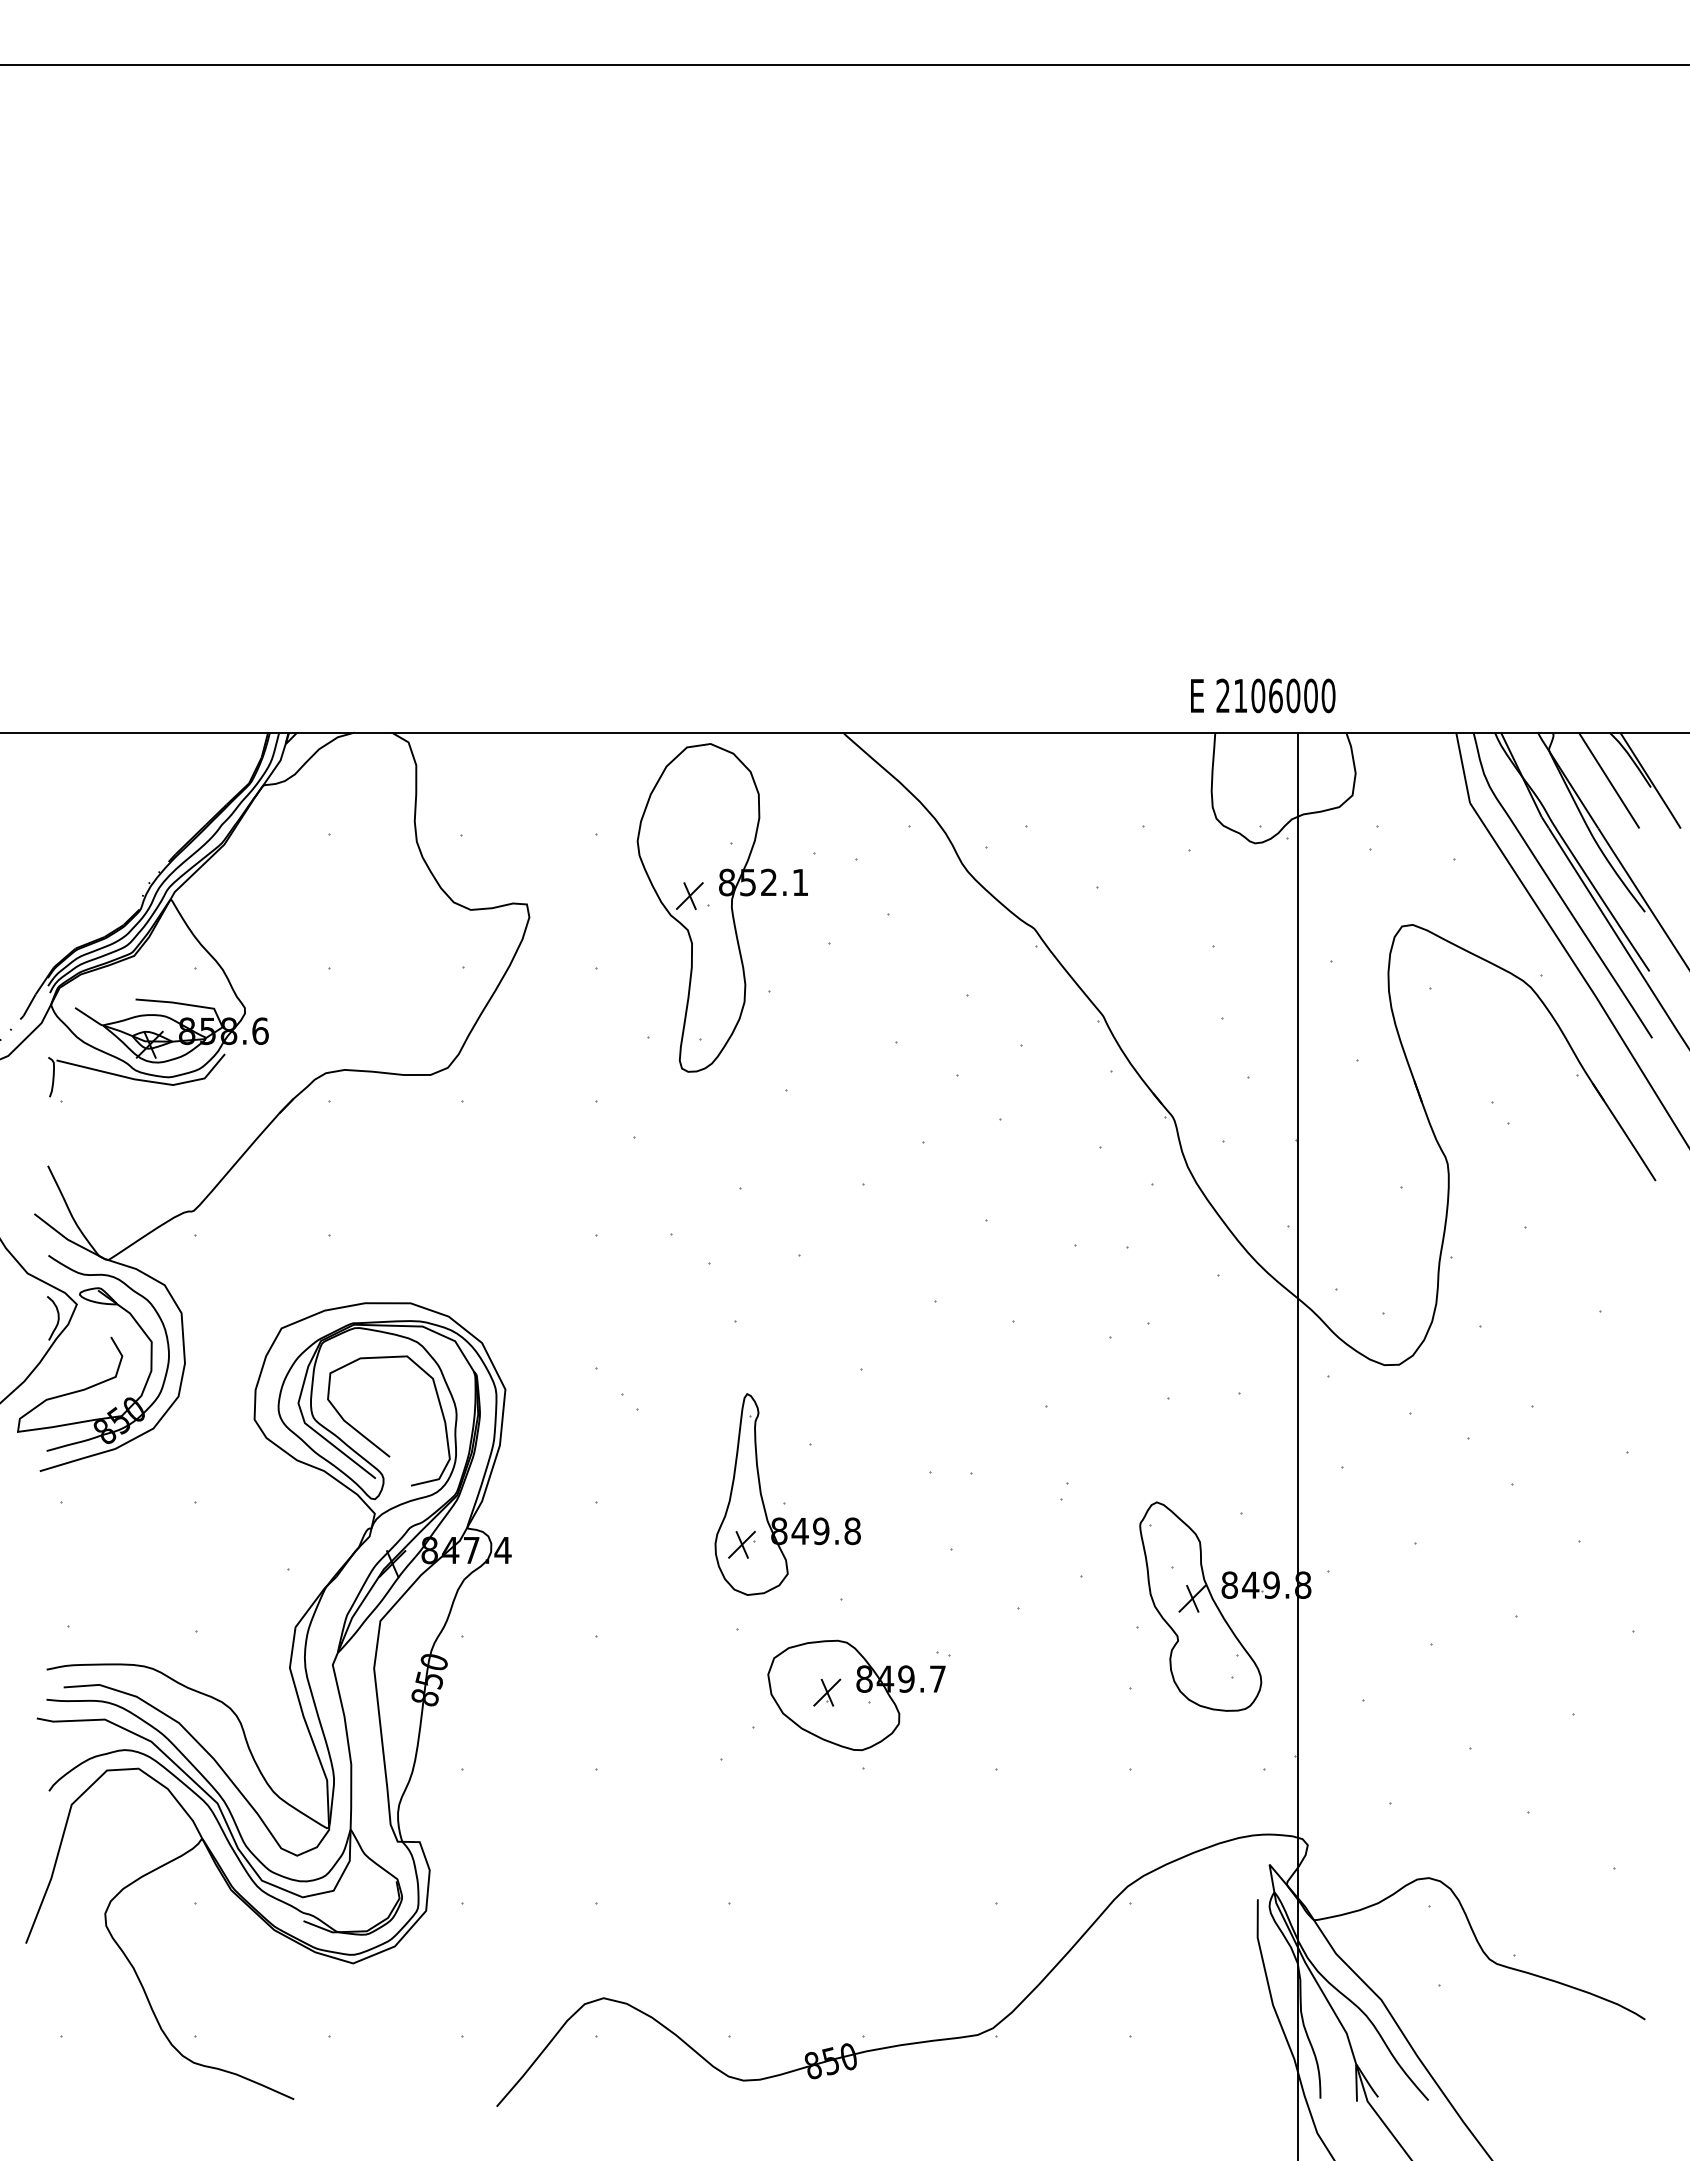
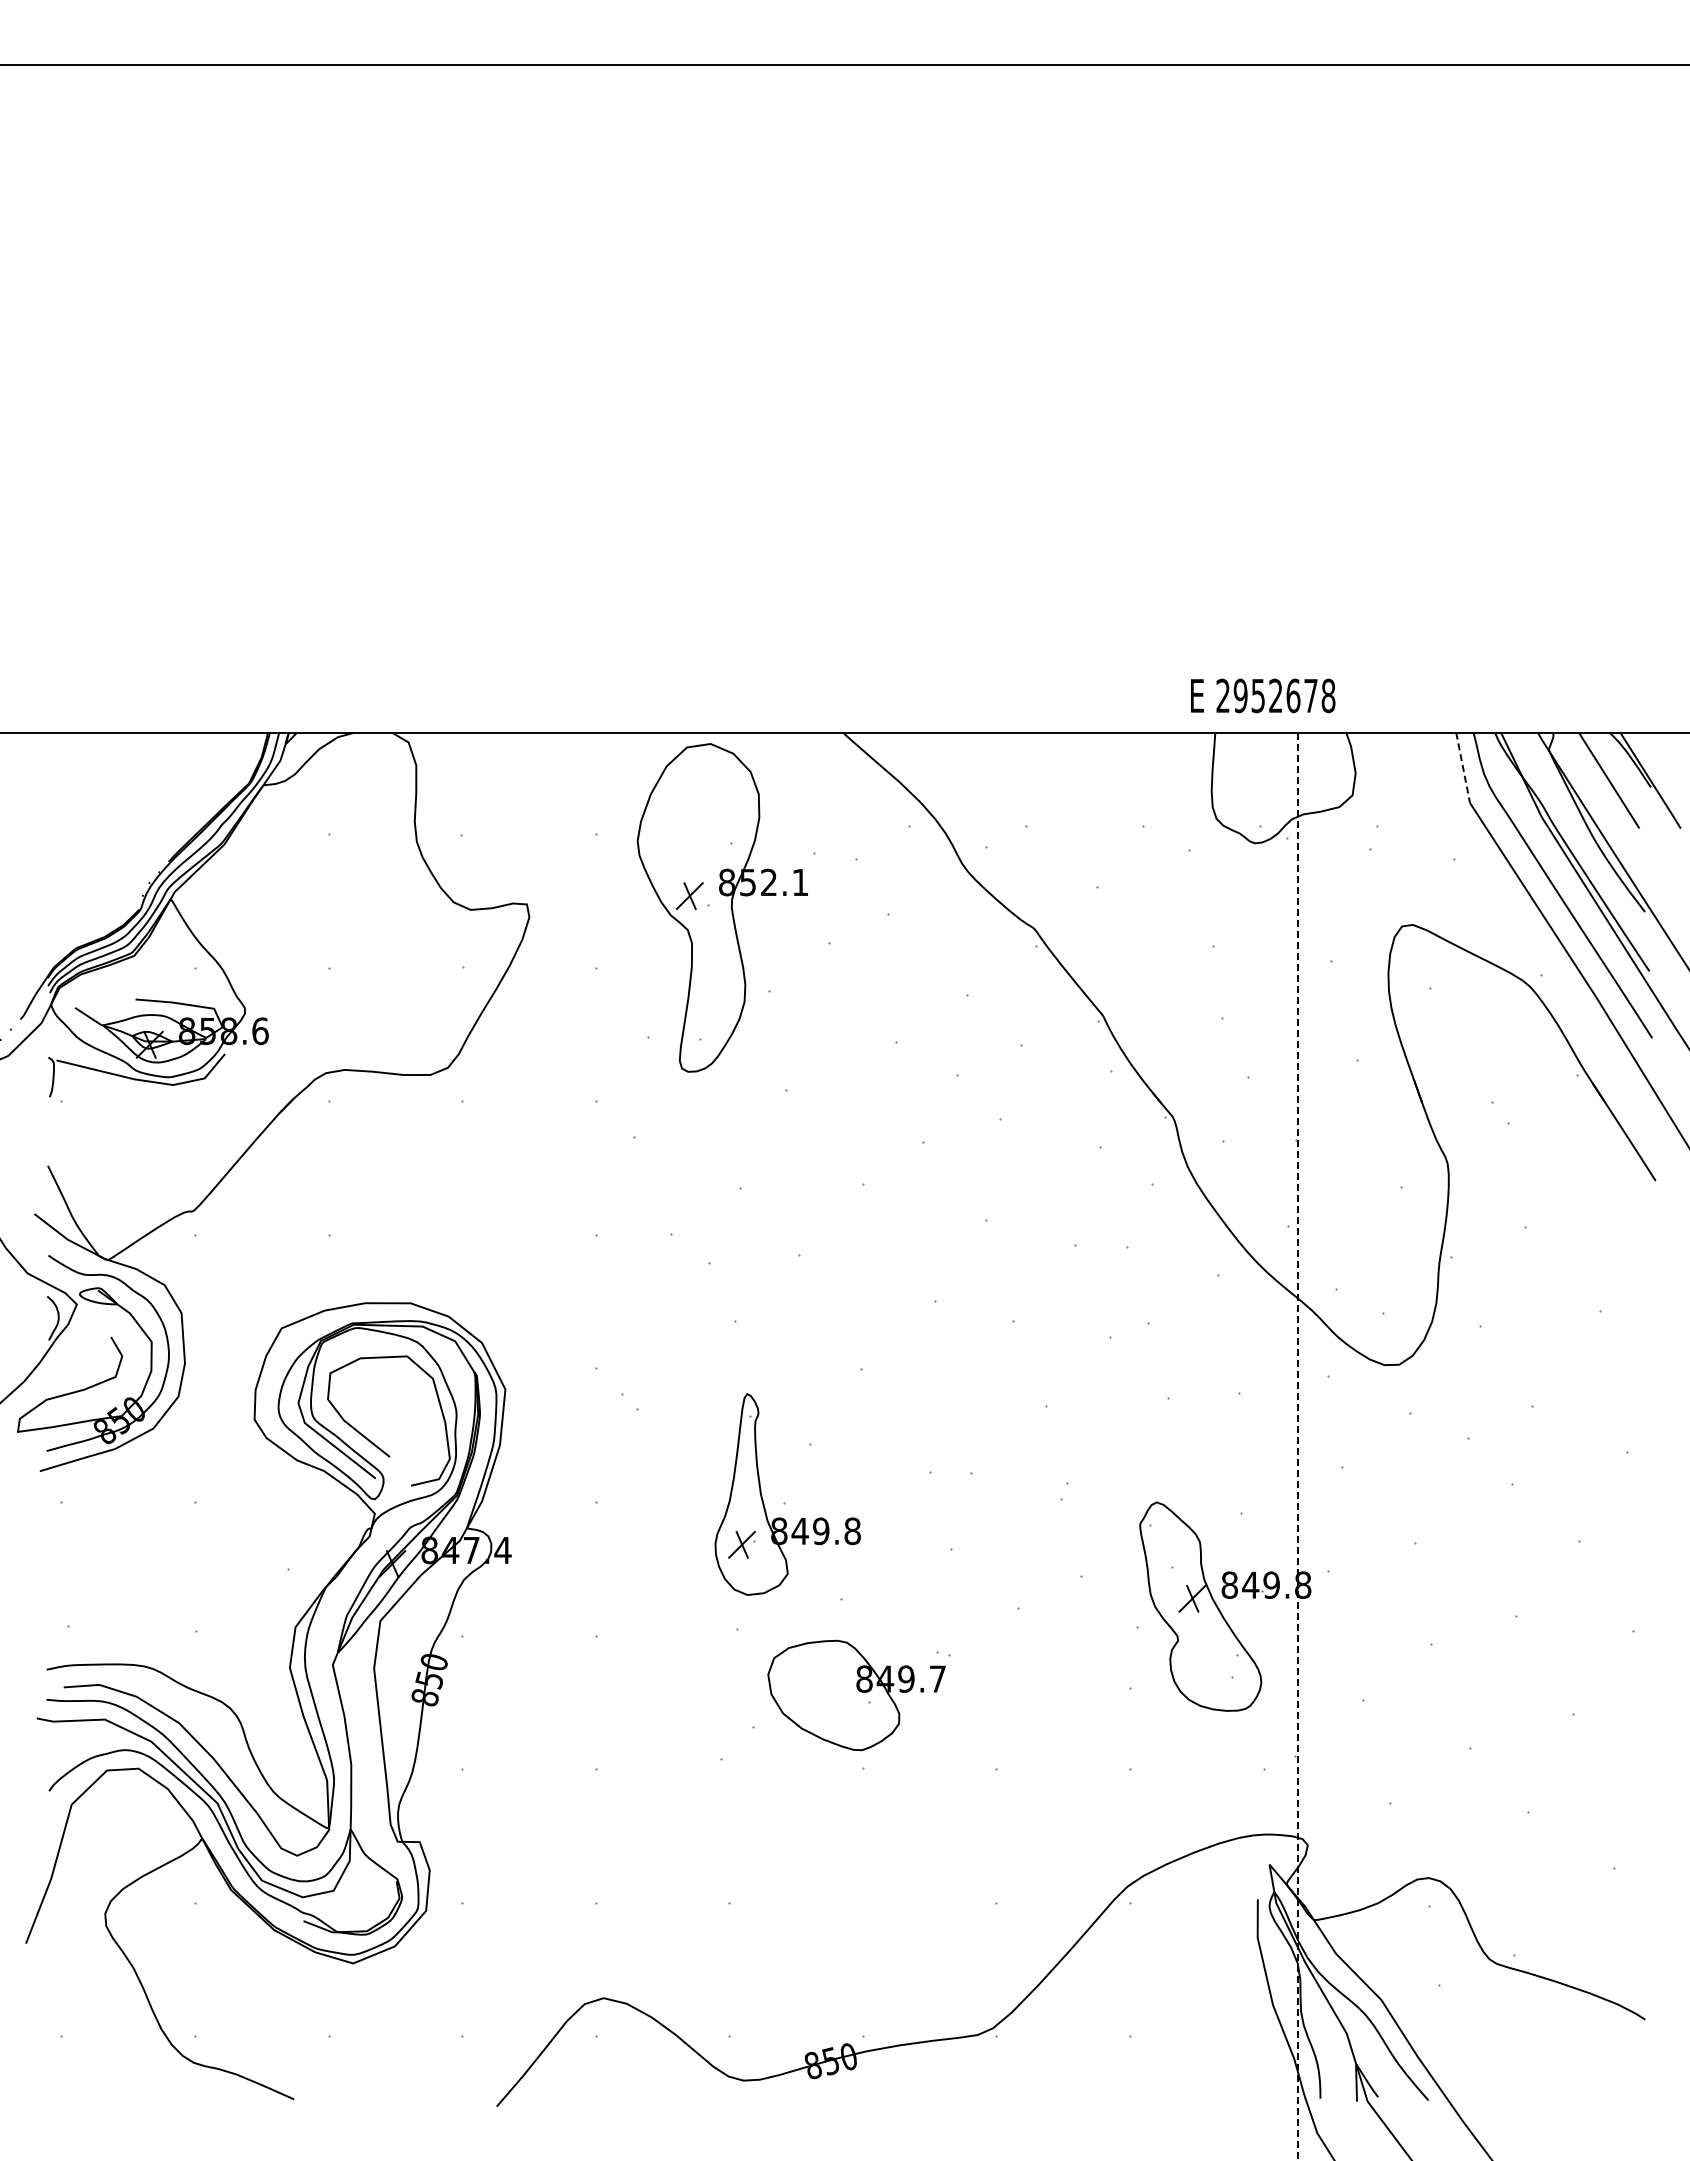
text at (1284, 695): 2106000 -> 2952678
line at (1463, 767): solid -> dashed
line at (1297, 1446): solid -> dashed
part at (827, 1692): present -> none
